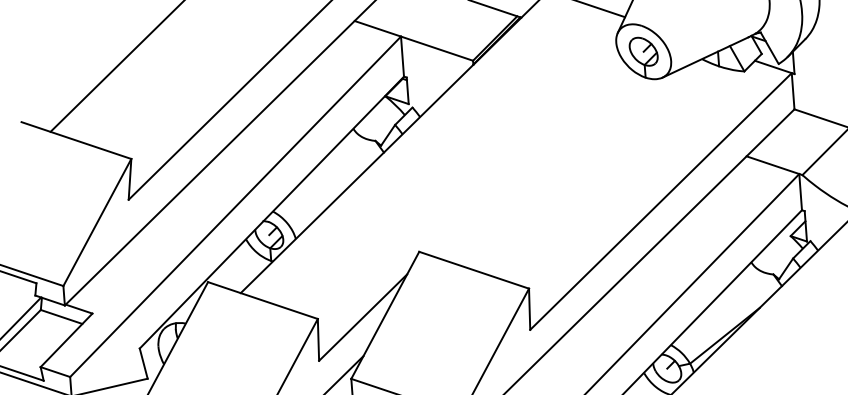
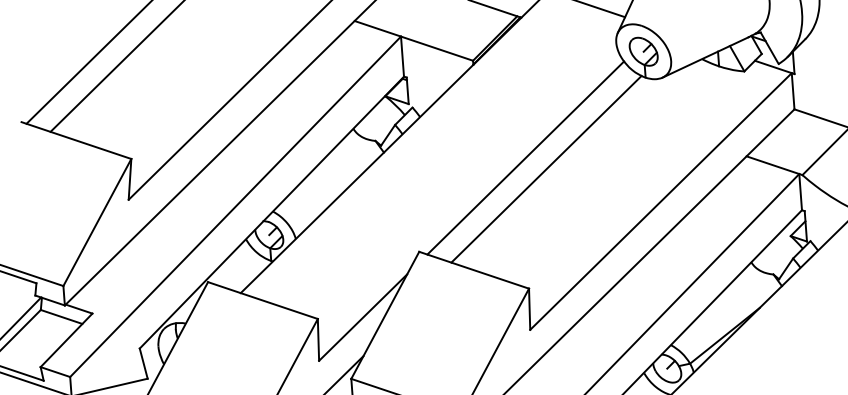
line at (88, 62): none -> present
line at (525, 157): none -> present
line at (546, 168): none -> present
